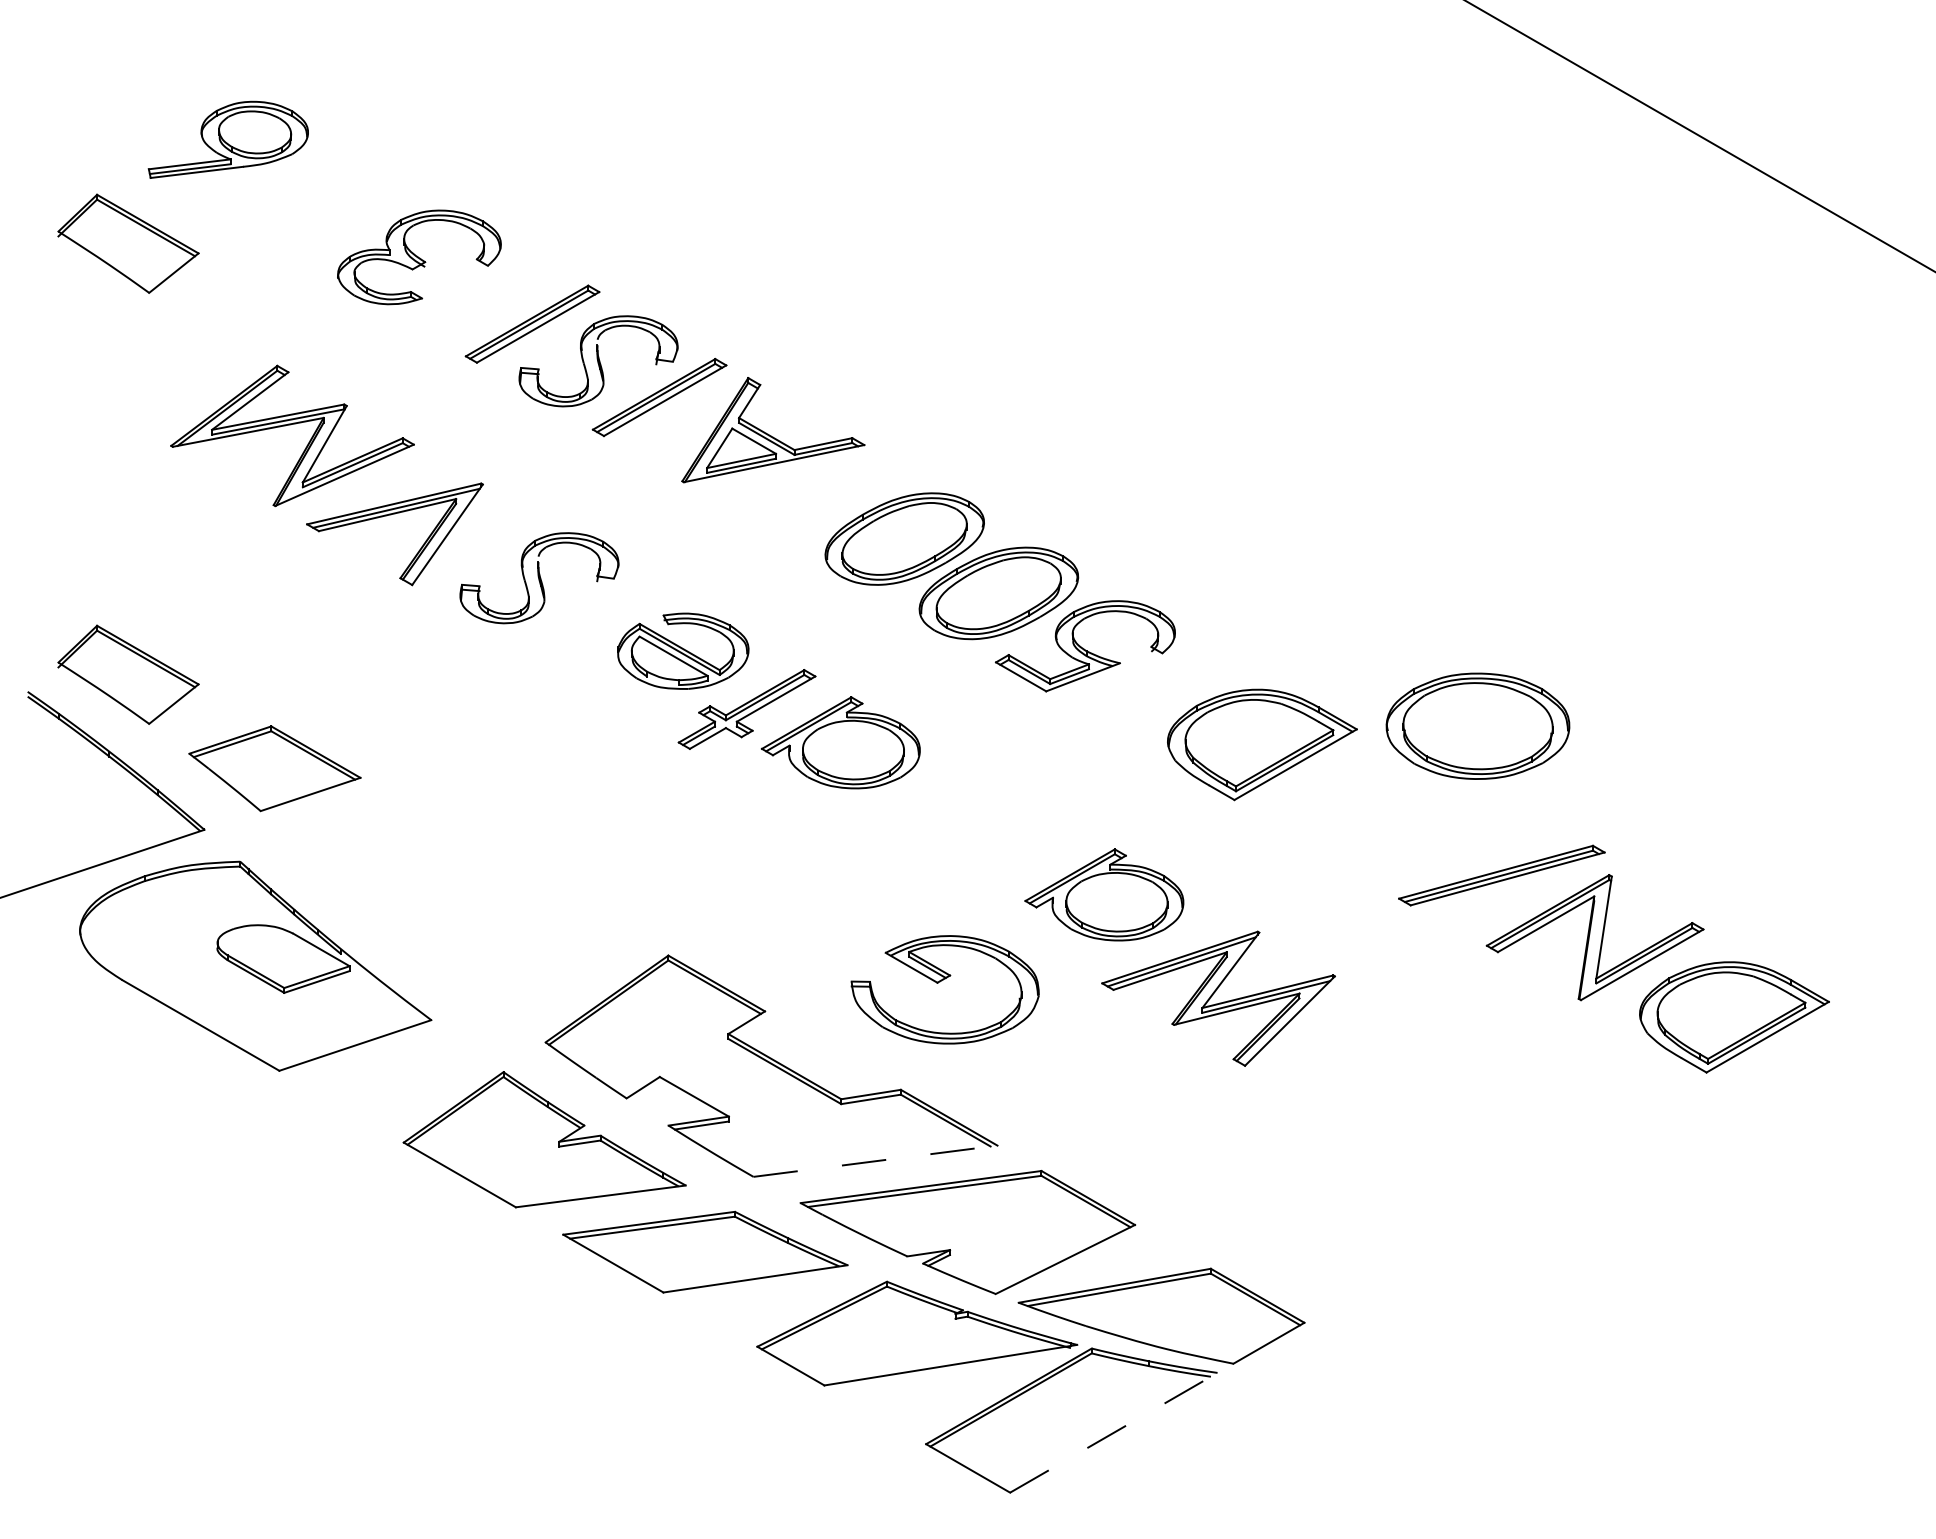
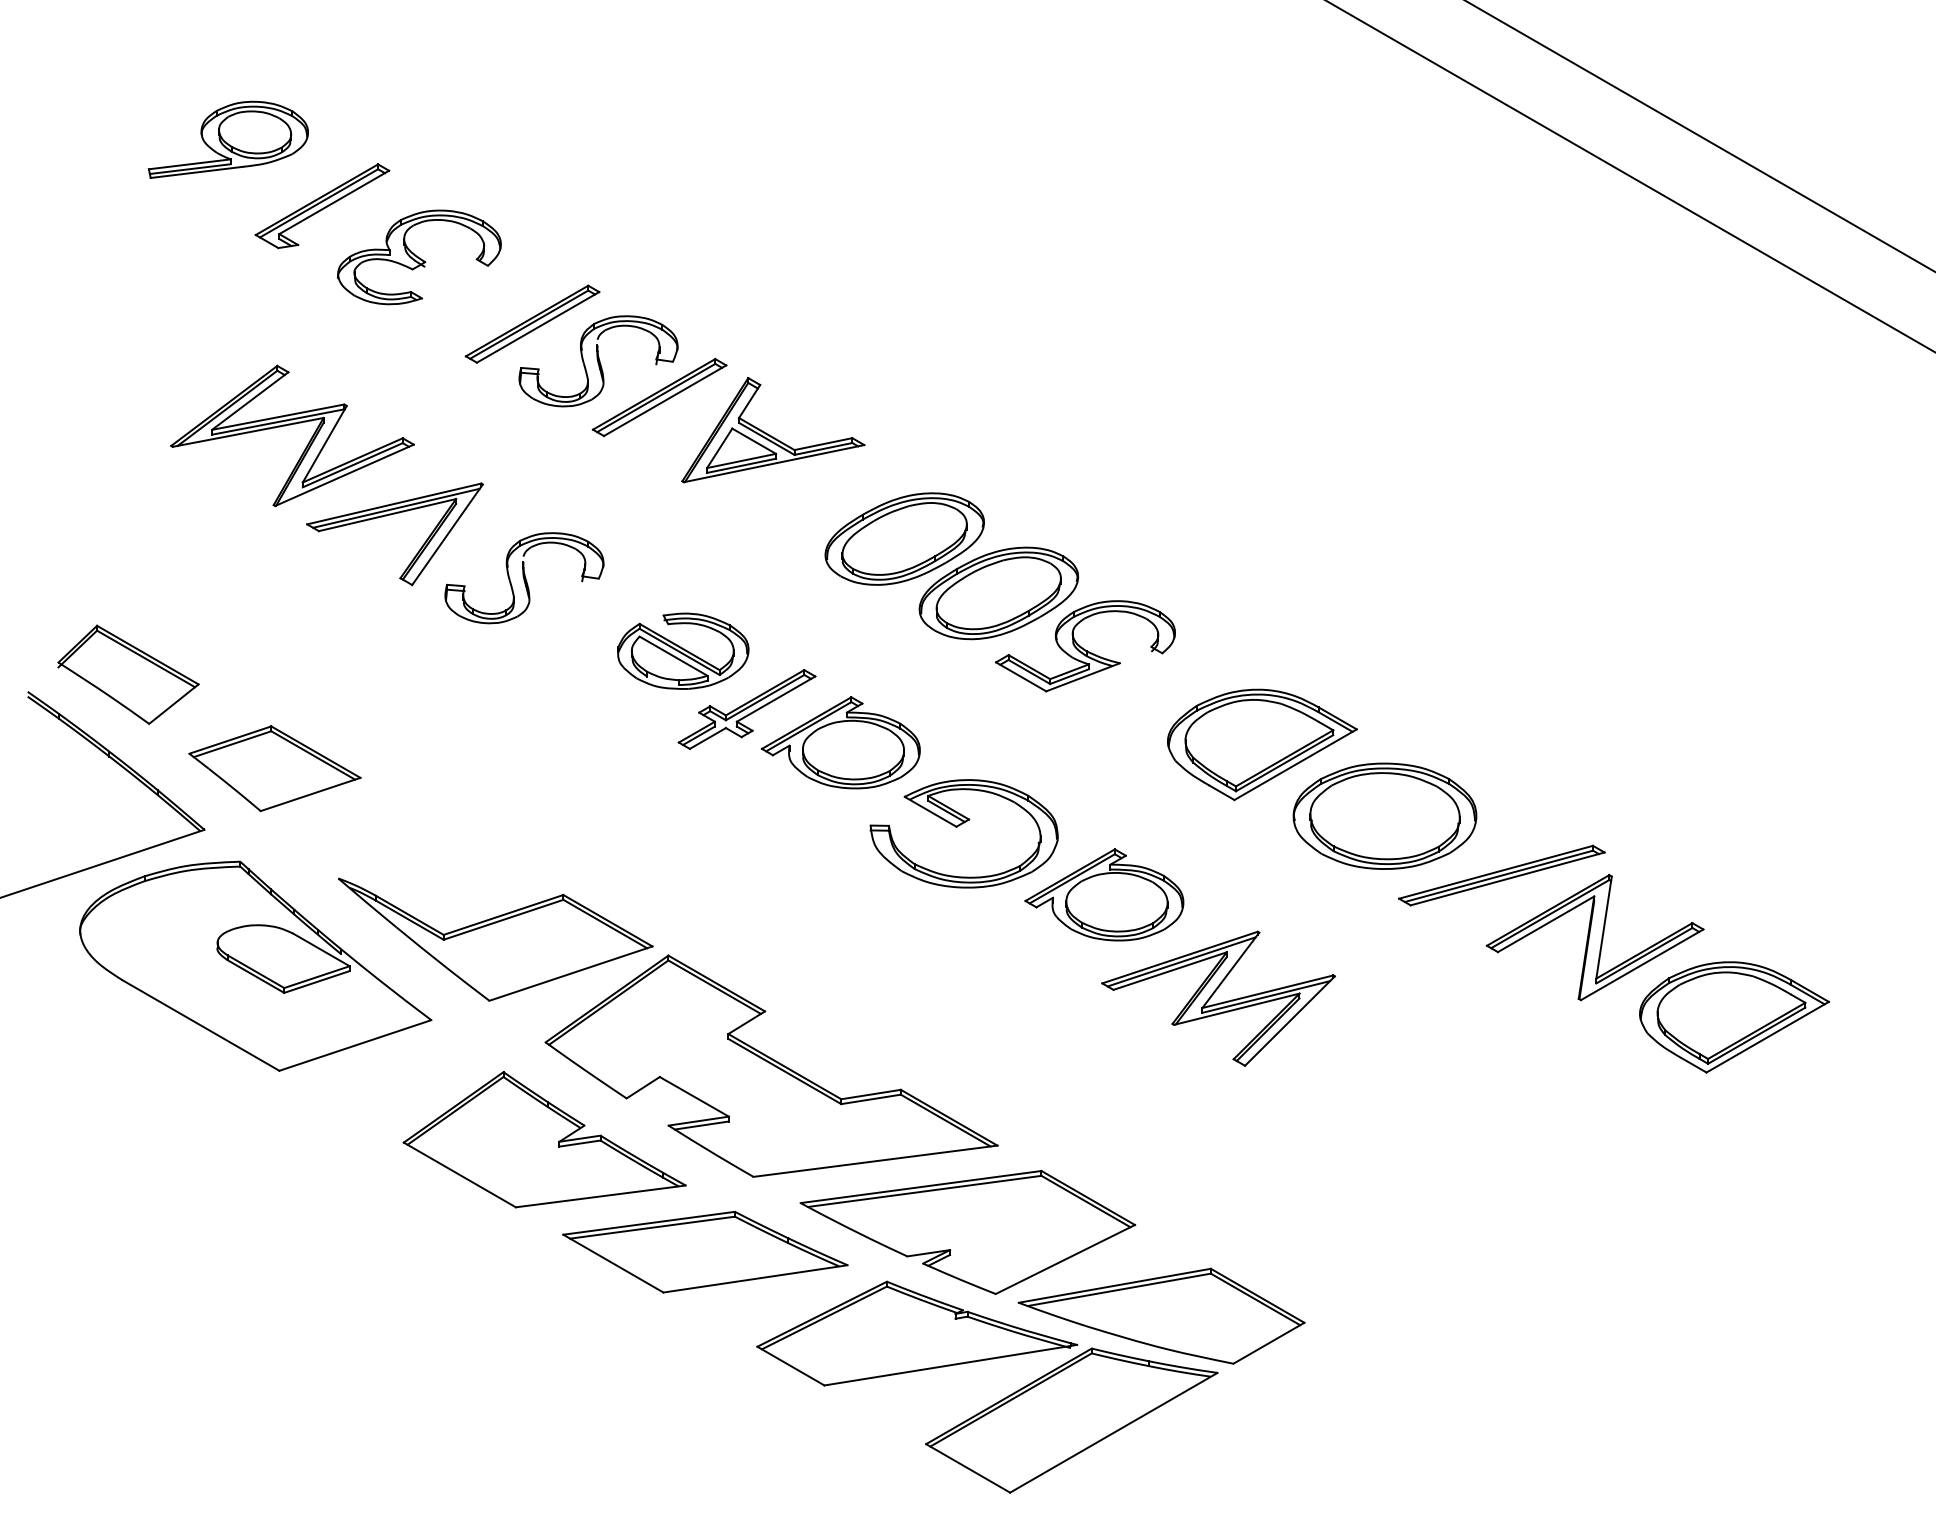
line at (1630, 176): none -> present
part at (322, 206): none -> present
part at (128, 243): present -> none
part at (539, 578) position: (539, 578) -> (524, 578)
part at (1477, 725) position: (1477, 725) -> (1384, 815)
part at (495, 939): none -> present
part at (940, 982) position: (940, 982) -> (959, 826)
line at (875, 1161): dashed -> solid
line at (1113, 1432): dashed -> solid
